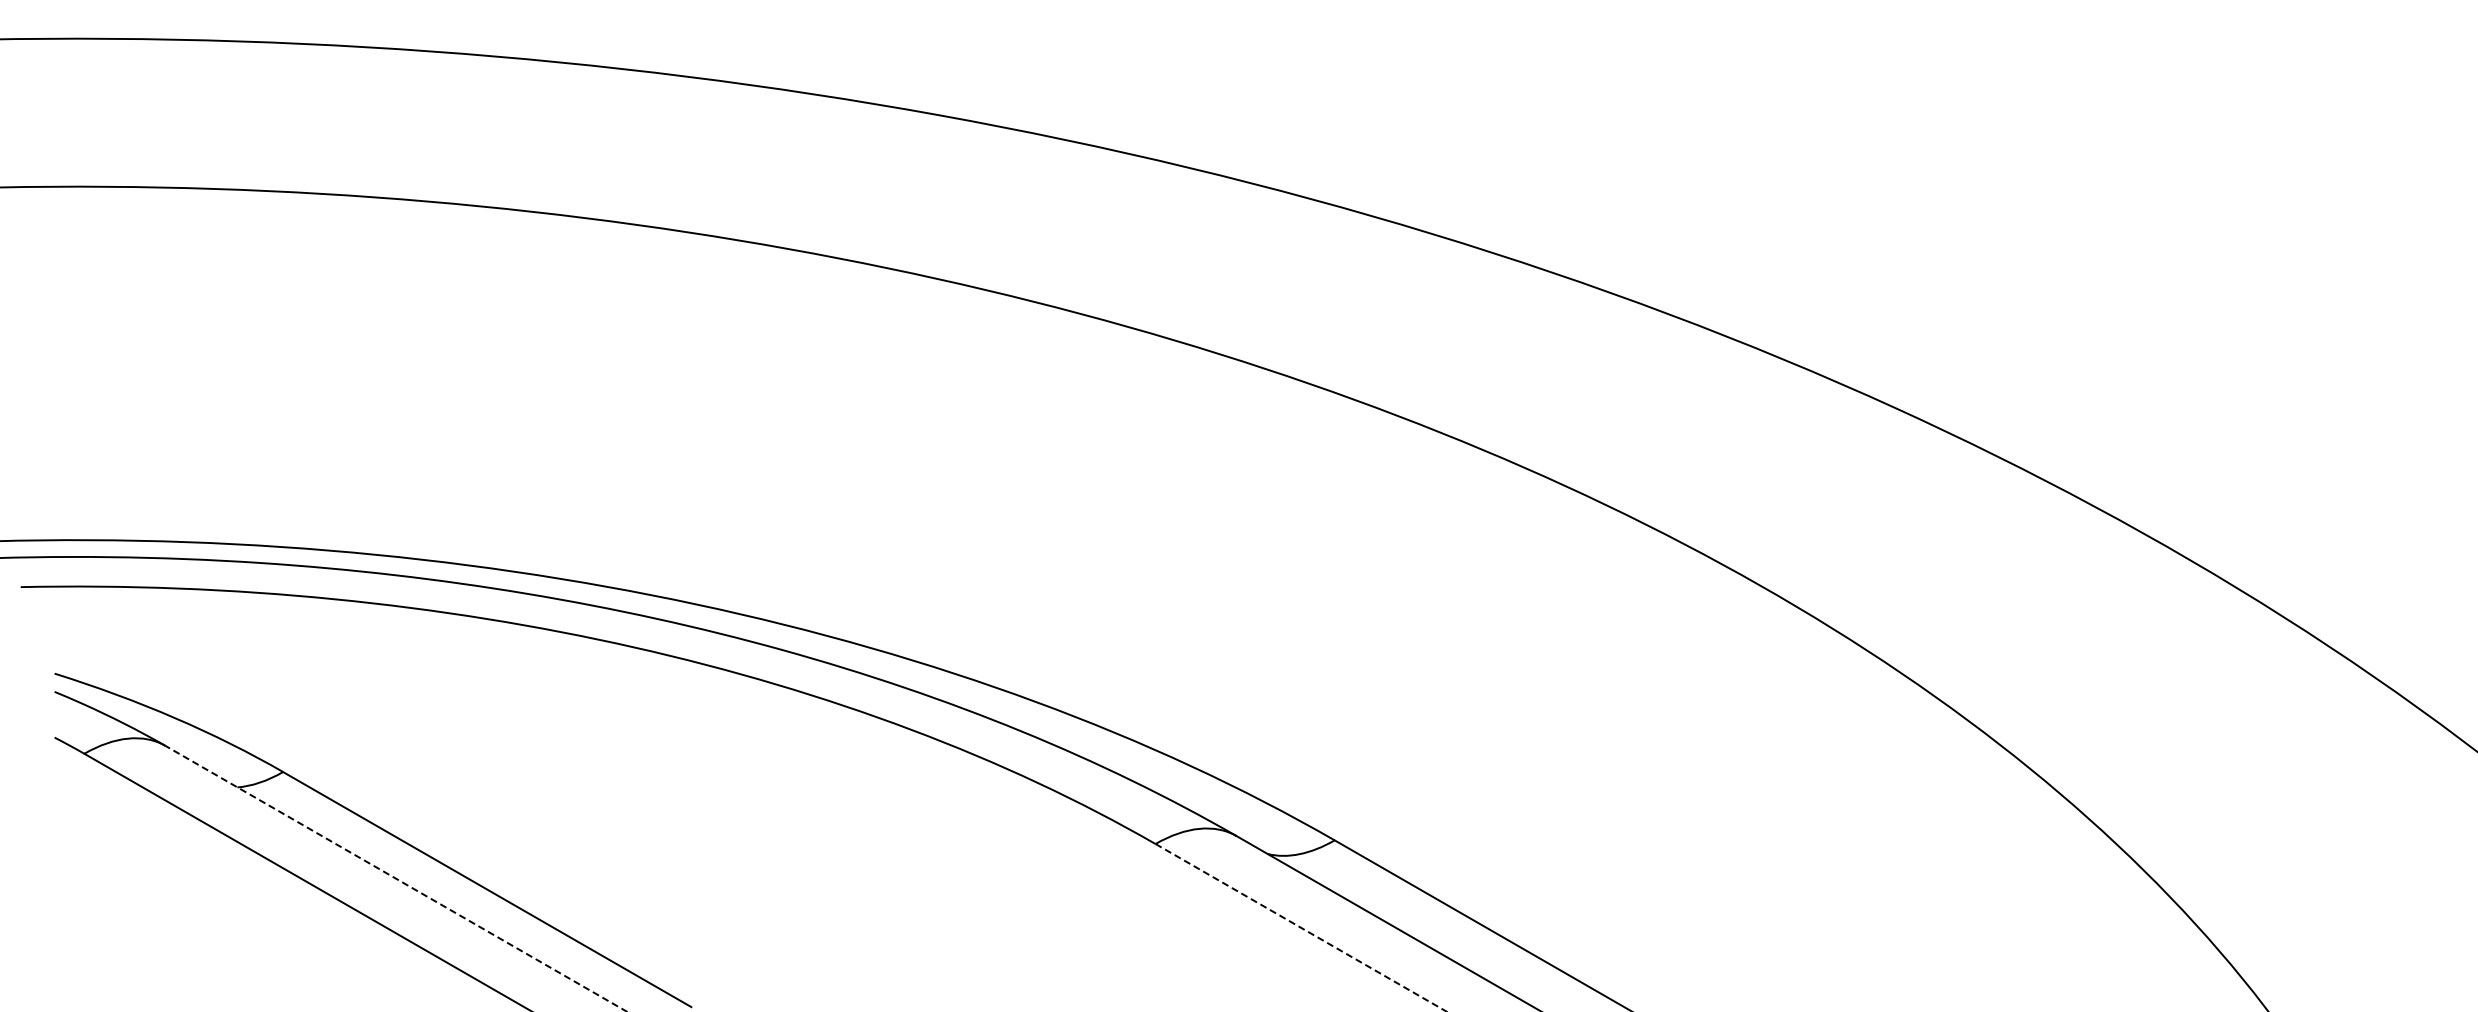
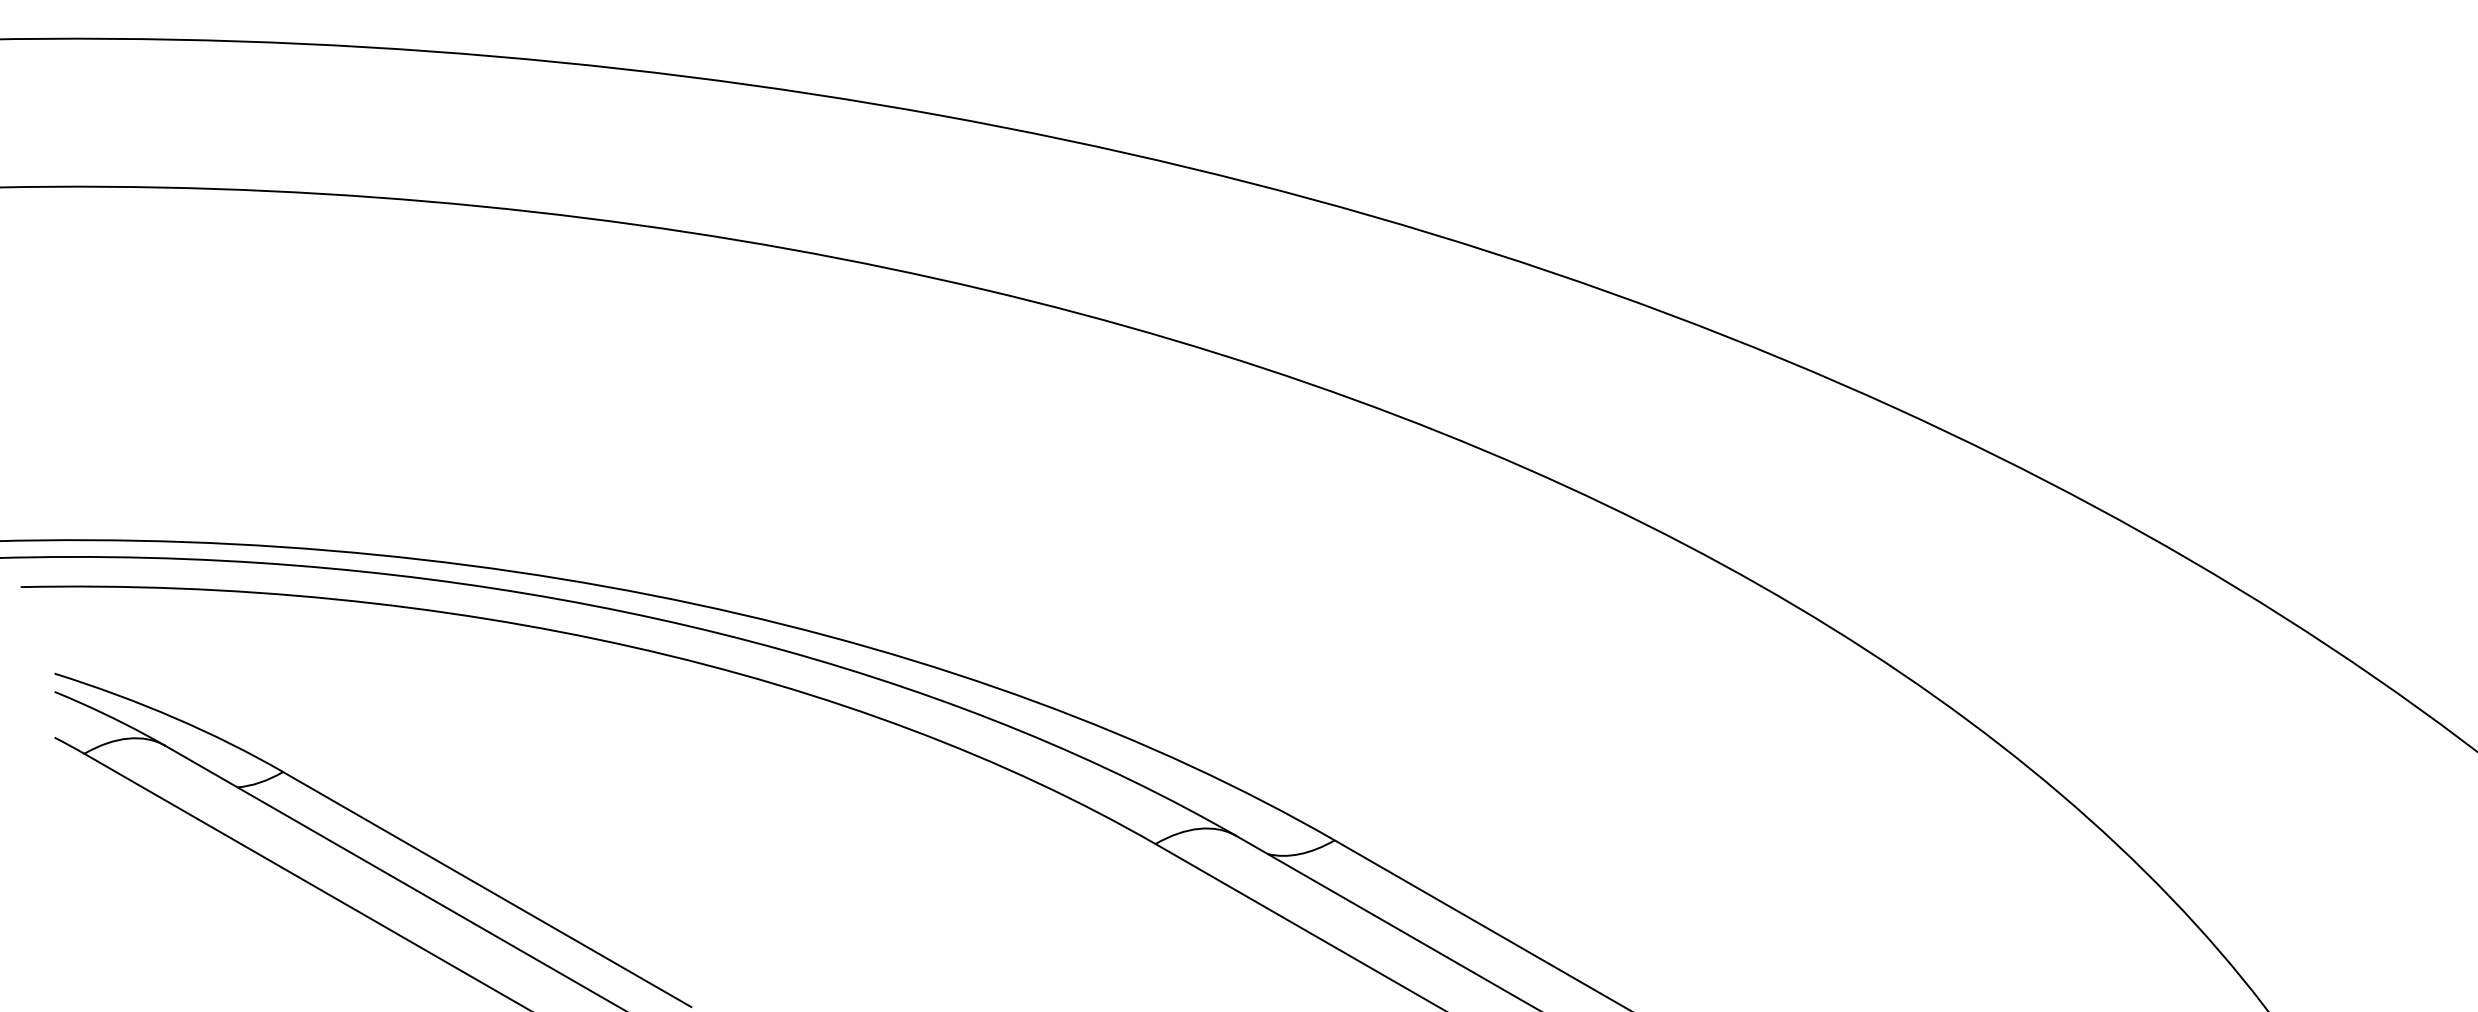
line at (395, 878): dashed -> solid
line at (1301, 927): dashed -> solid
